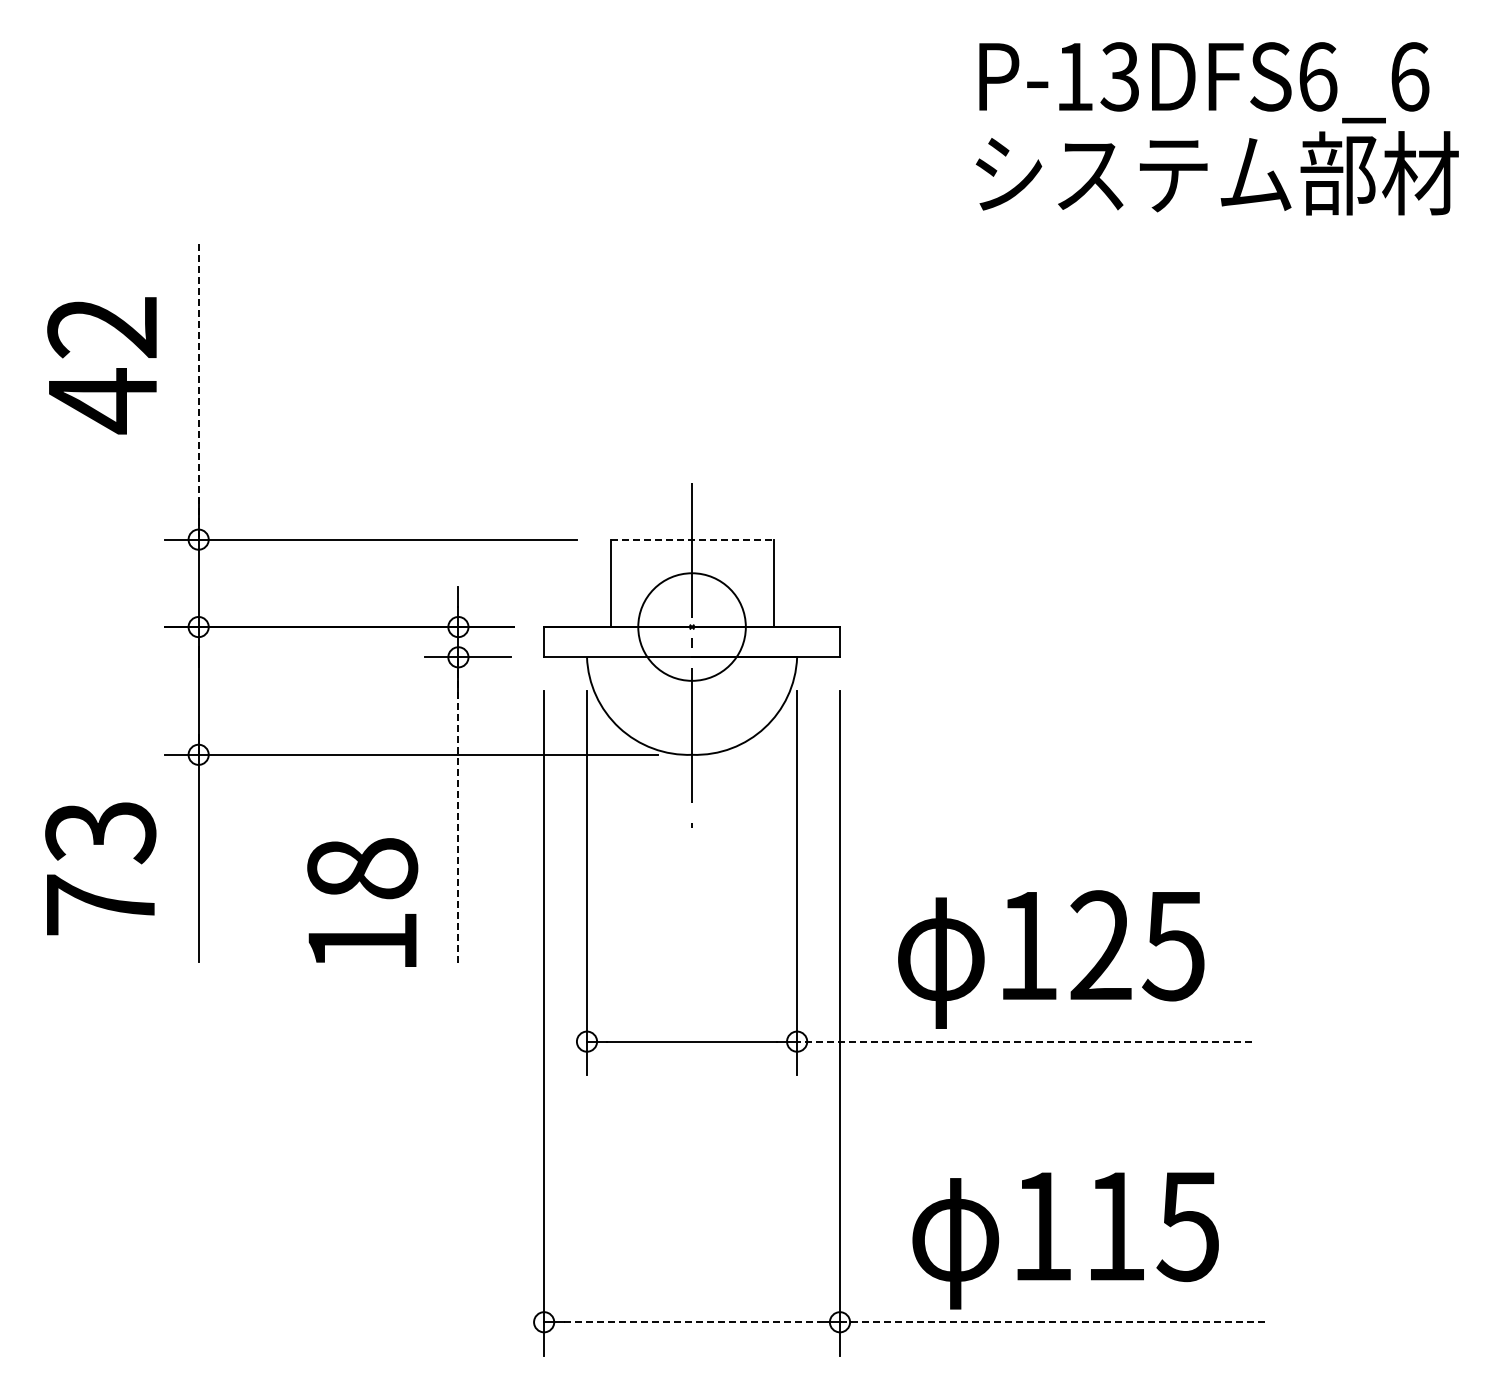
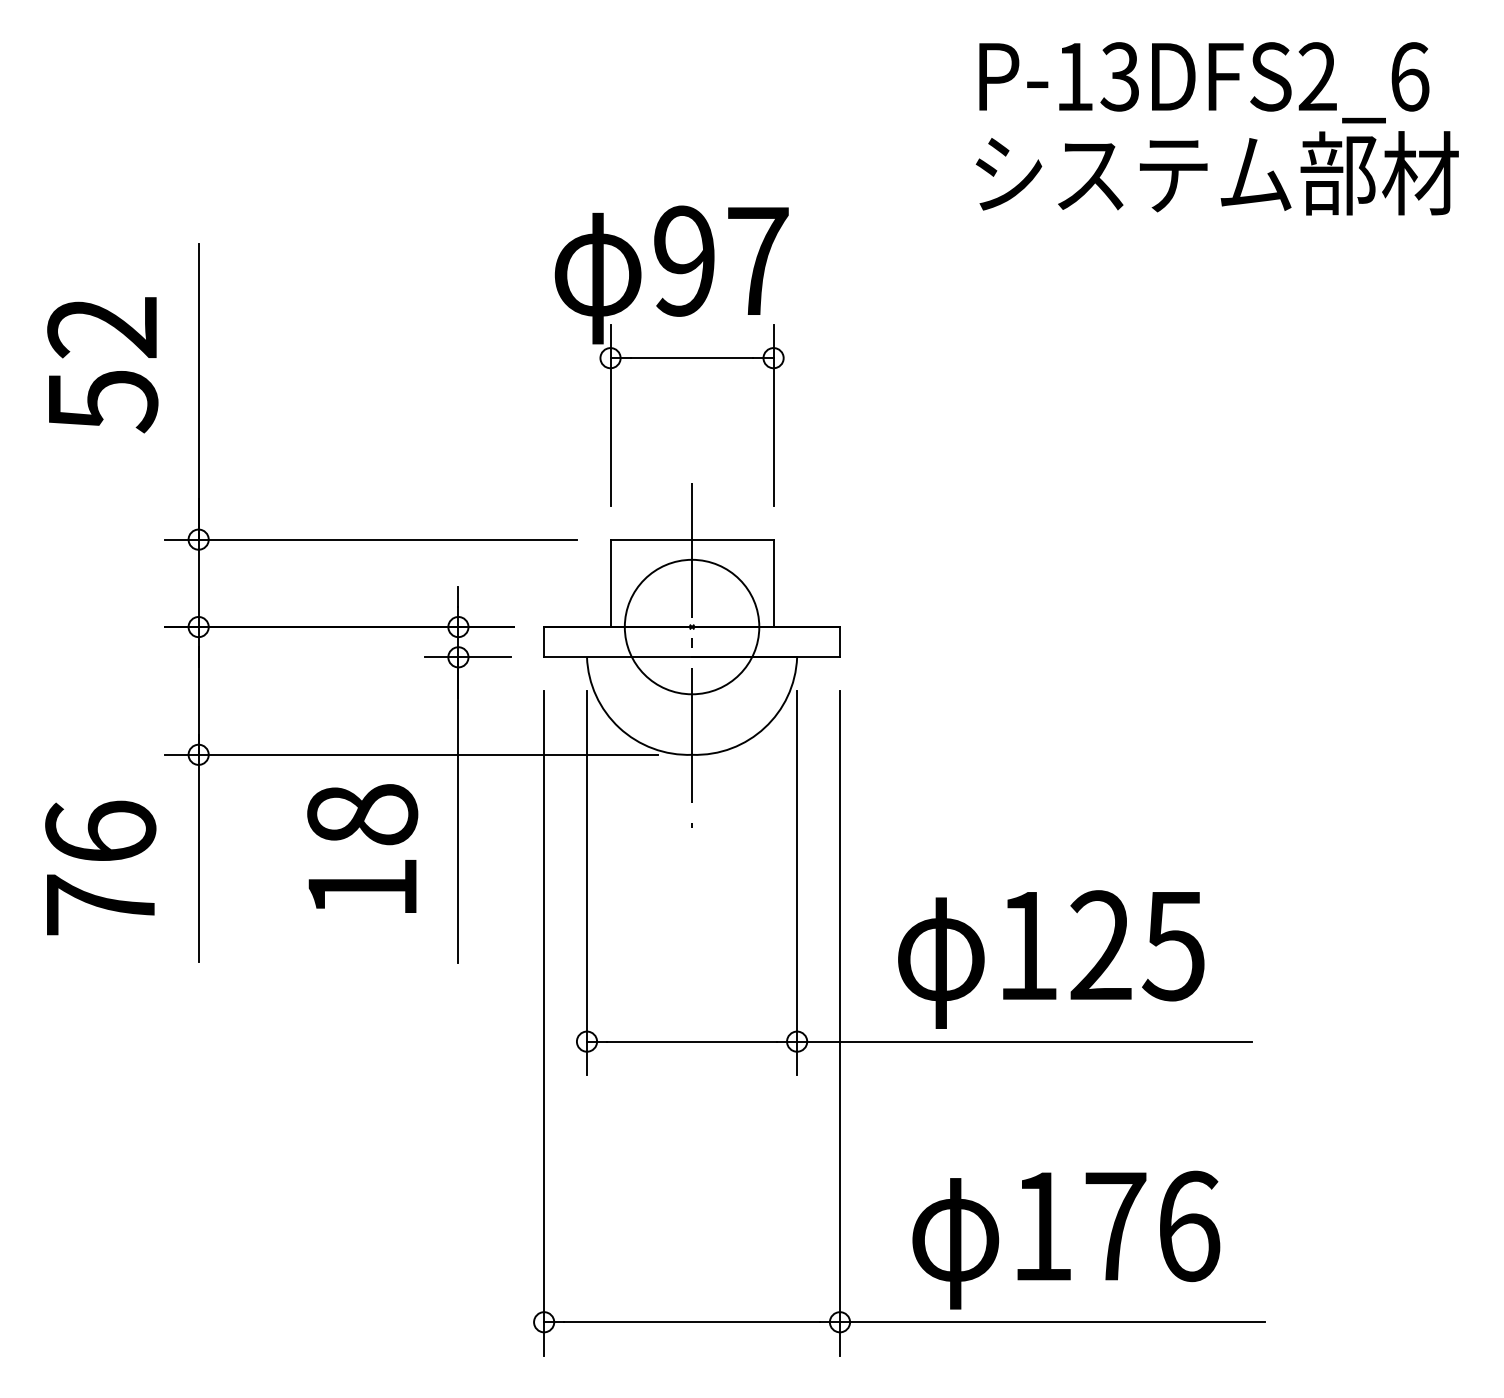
text at (1317, 76): P-13DFS6_6 -> P-13DFS2_6
part at (671, 355): none -> present
line at (198, 392): dashed -> solid
text at (103, 401): 42 -> 52
line at (692, 539): dashed -> solid
circle at (691, 626) diameter: 108 px -> 134 px
line at (458, 809): dashed -> solid
text at (100, 832): 73 -> 76
text at (362, 902) position: (362, 902) -> (362, 848)
line at (1024, 1041): dashed -> solid
text at (1152, 1226): 115 -> 176
line at (692, 1322): dashed -> solid
line at (1051, 1322): dashed -> solid
